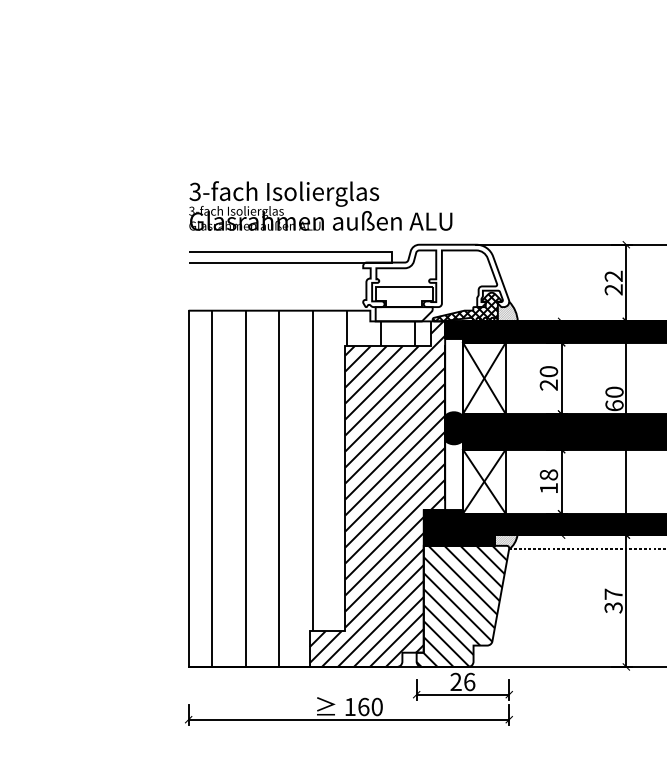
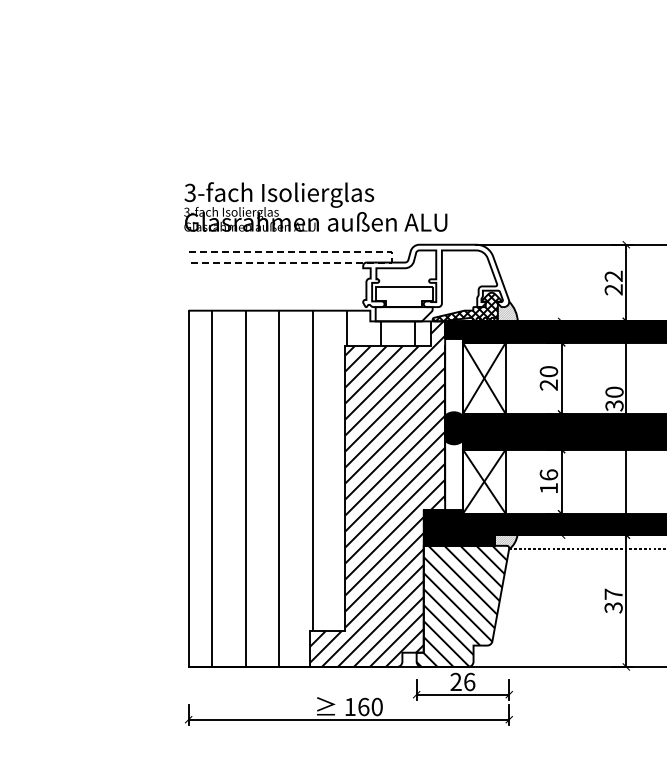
text at (320, 205) position: (320, 205) -> (315, 206)
line at (391, 257): solid -> dashed
text at (614, 405): 60 -> 30
text at (548, 474): 18 -> 16
